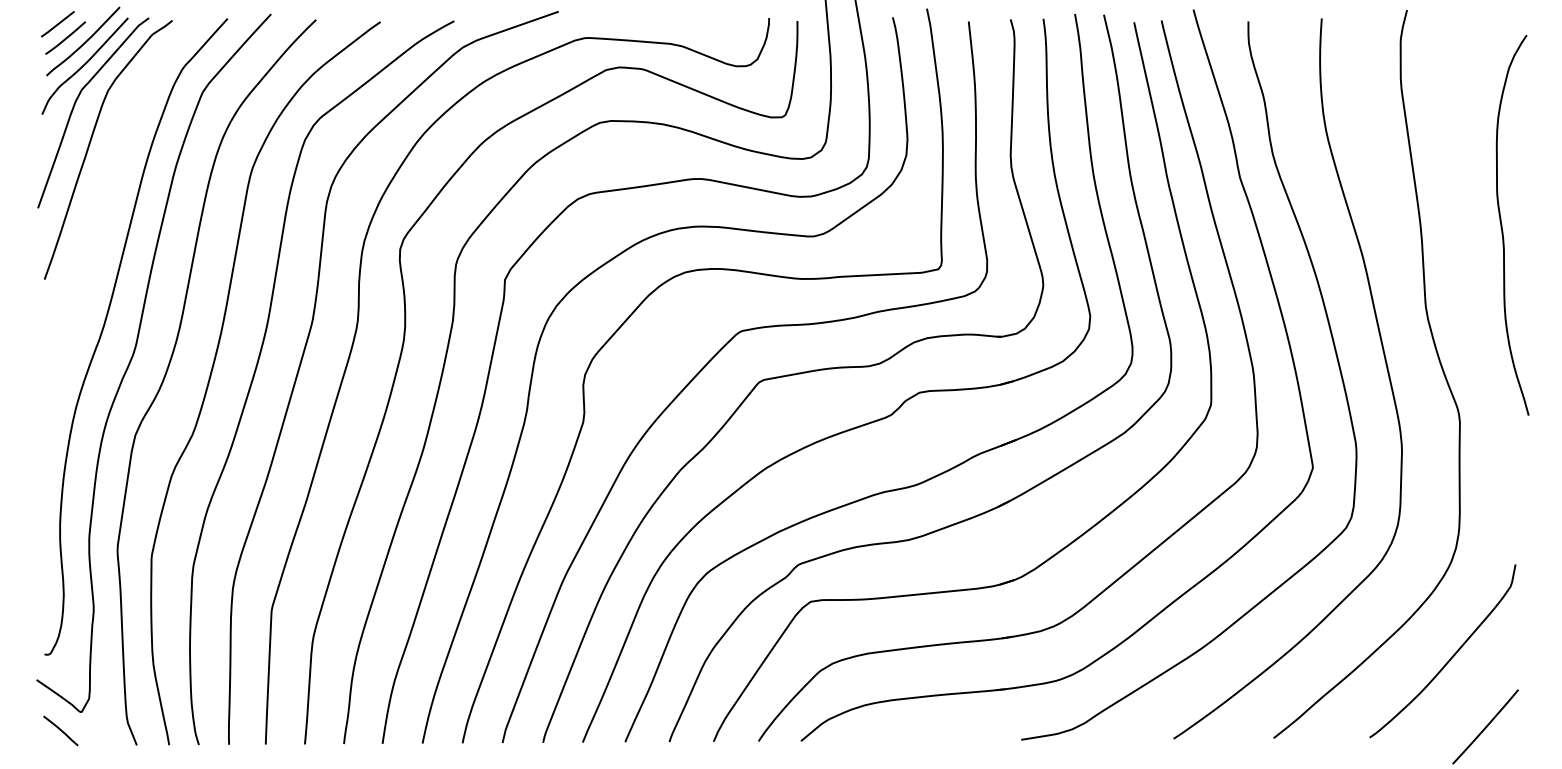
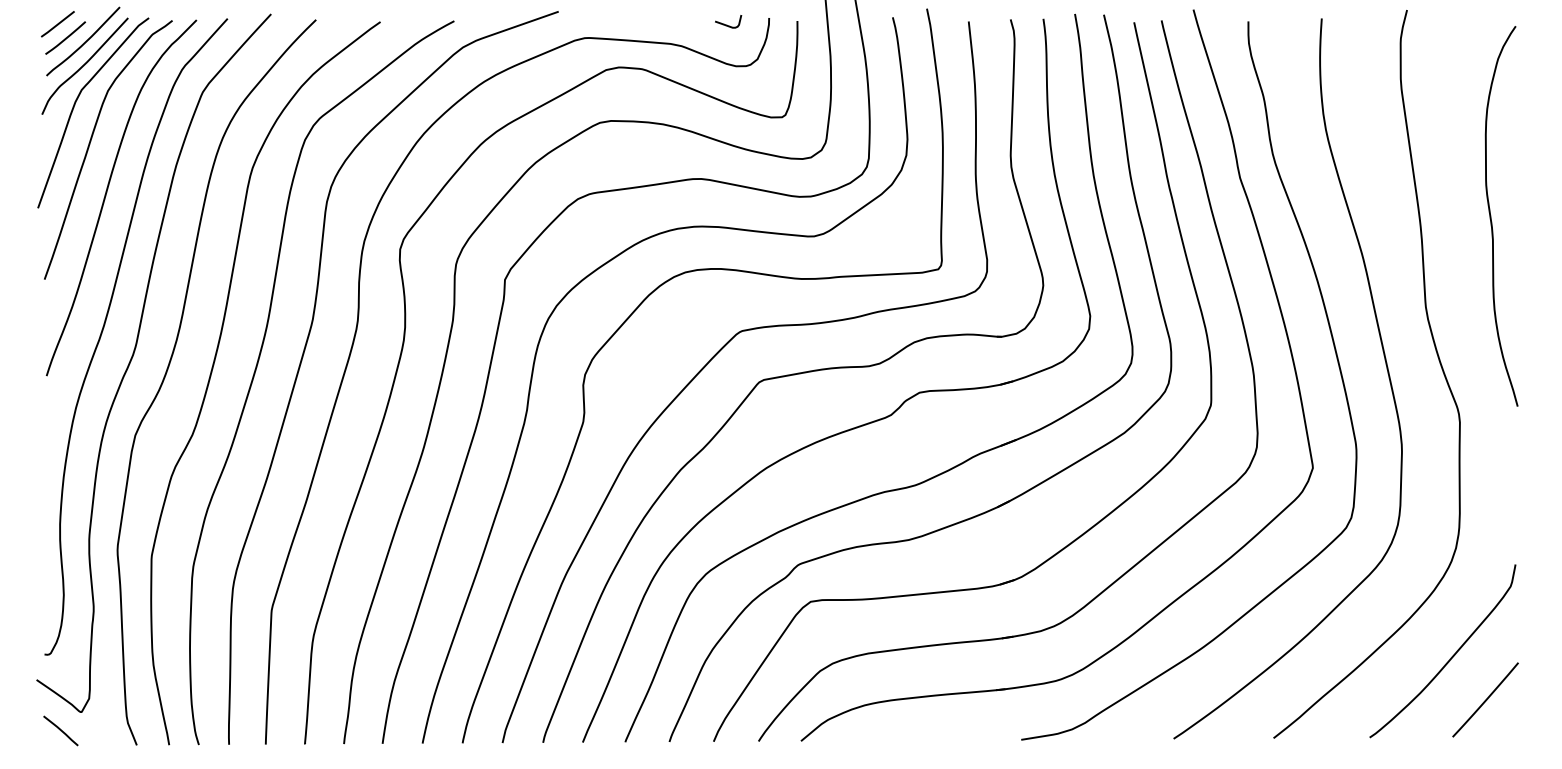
curve at (727, 24): none -> present
curve at (107, 192): none -> present
curve at (1502, 225) position: (1502, 225) -> (1491, 216)
line at (1485, 726) position: (1485, 726) -> (1485, 699)
